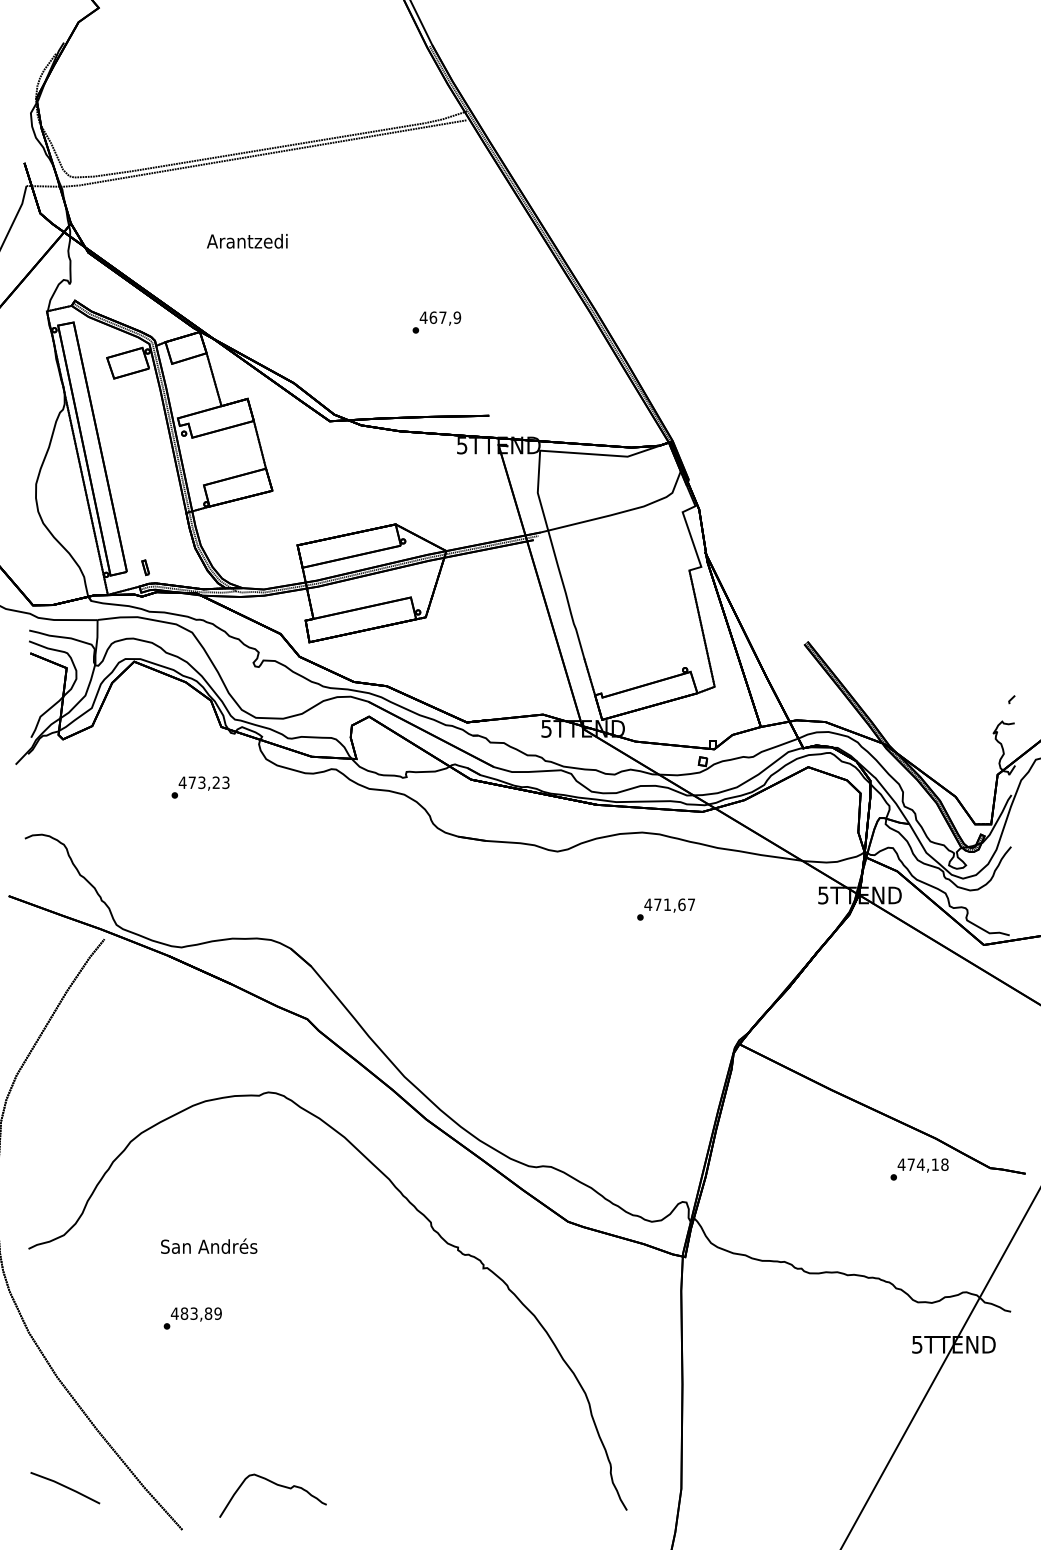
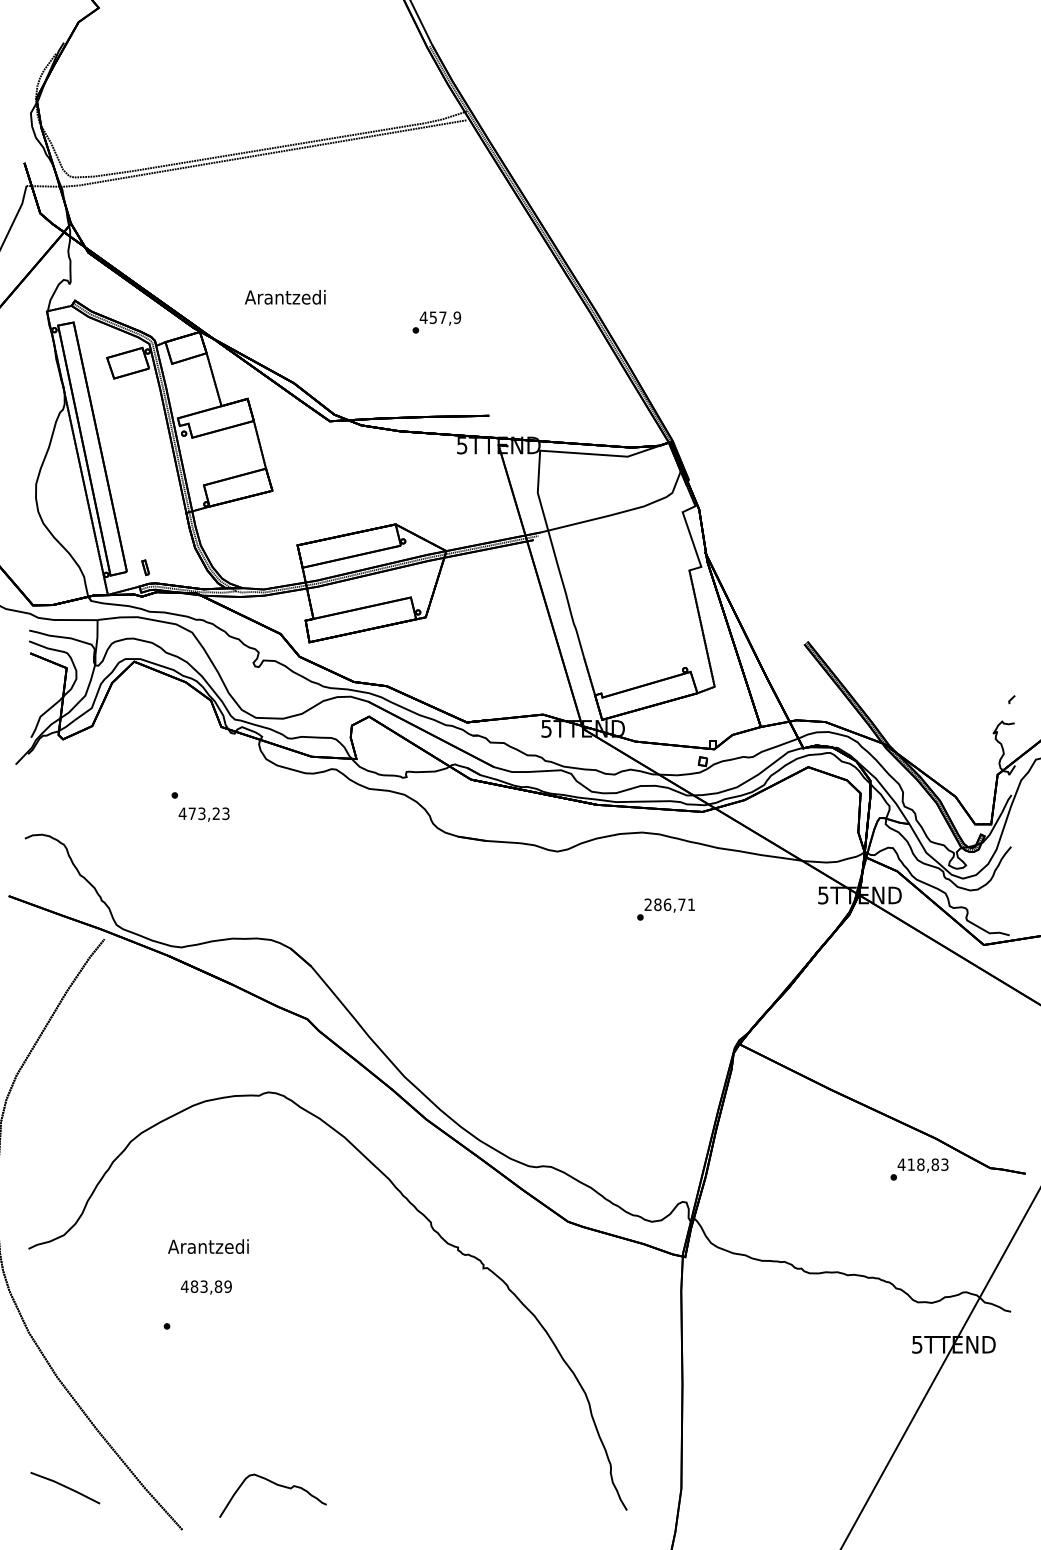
text at (247, 241) position: (247, 241) -> (285, 297)
text at (433, 317): 467,9 -> 457,9
text at (203, 783) position: (203, 783) -> (203, 814)
text at (669, 904): 471,67 -> 286,71
text at (927, 1164): 474,18 -> 418,83
text at (209, 1245): San Andrés -> Arantzedi
text at (195, 1314) position: (195, 1314) -> (205, 1287)
